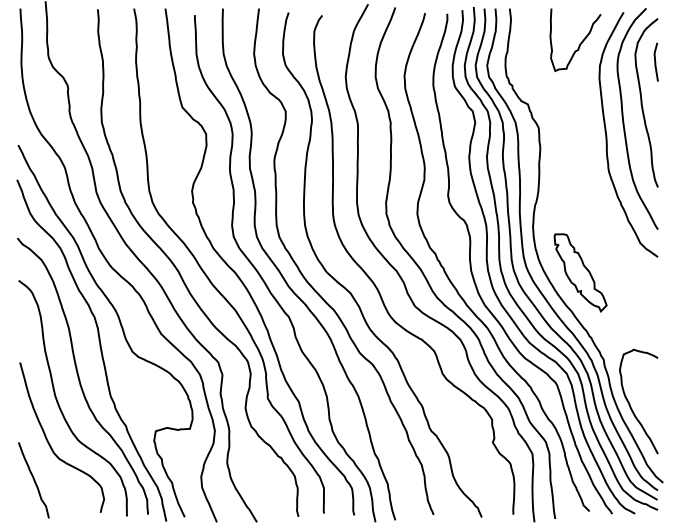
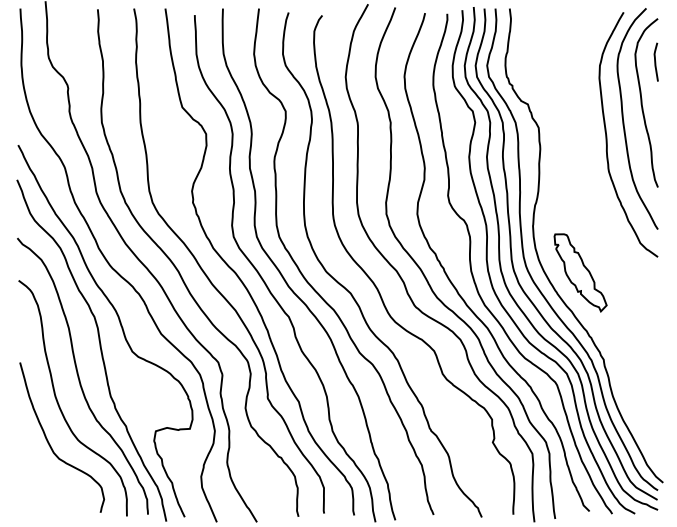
curve at (579, 43): present -> none
curve at (630, 404): present -> none
curve at (33, 480): present -> none
